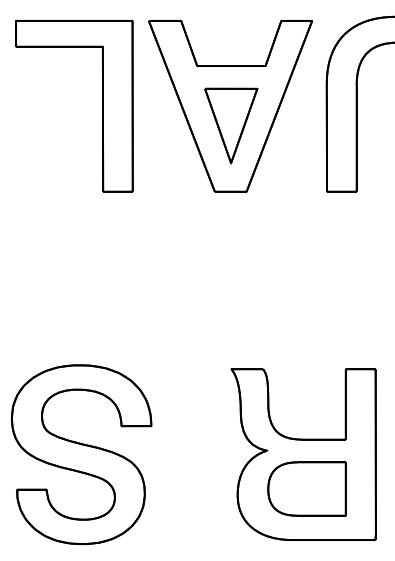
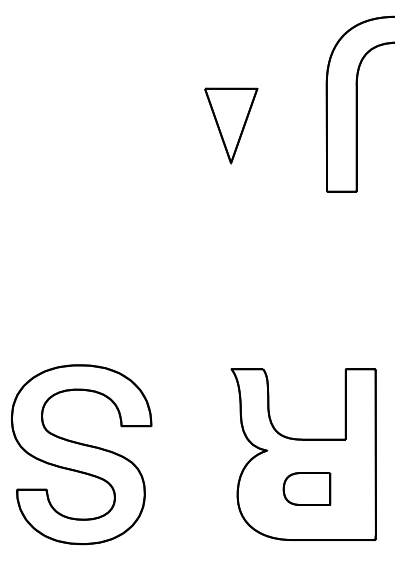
part at (102, 106): present -> none
part at (230, 106): present -> none
part at (306, 488) size: 80x56 px -> 50x34 px
